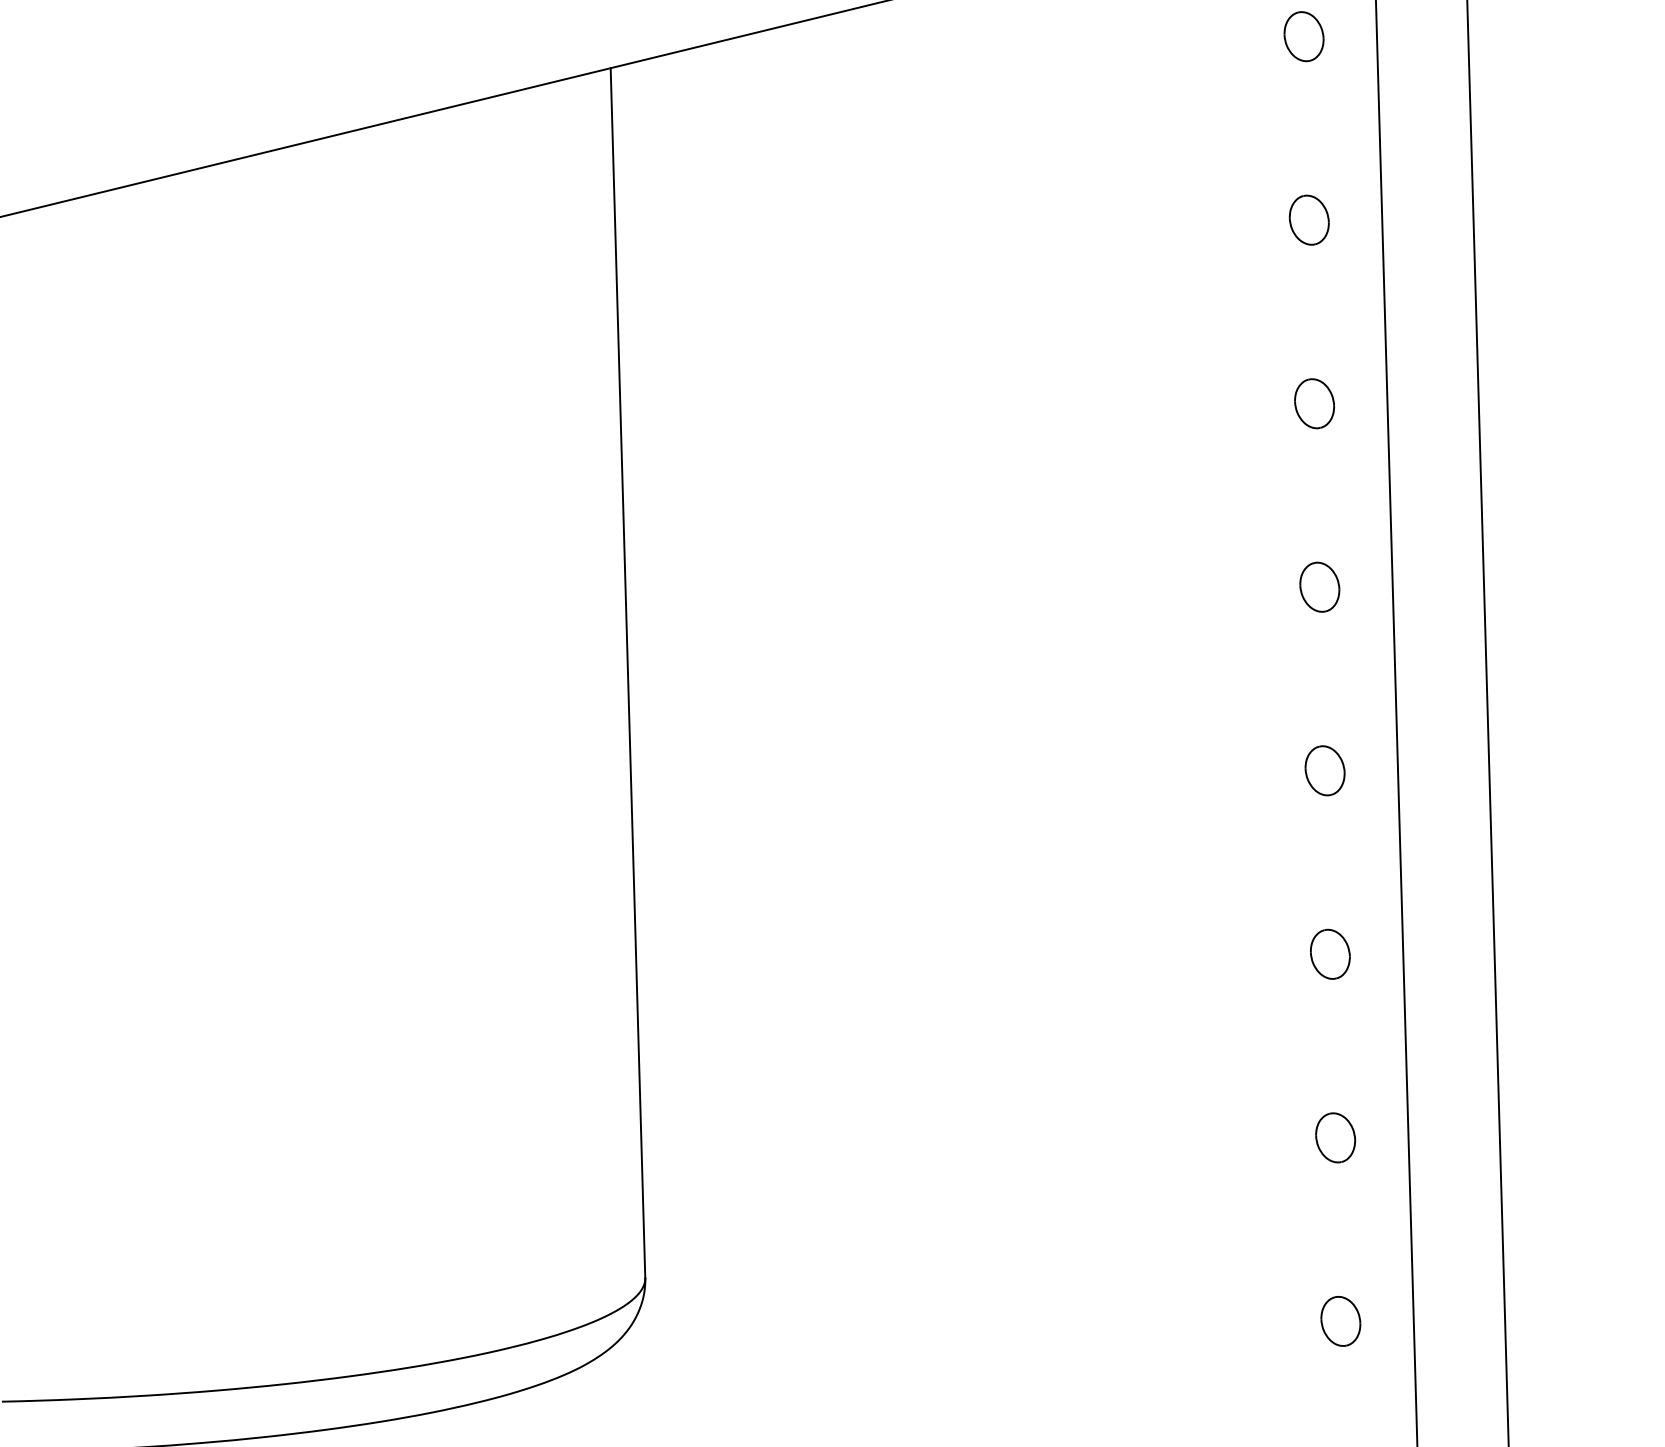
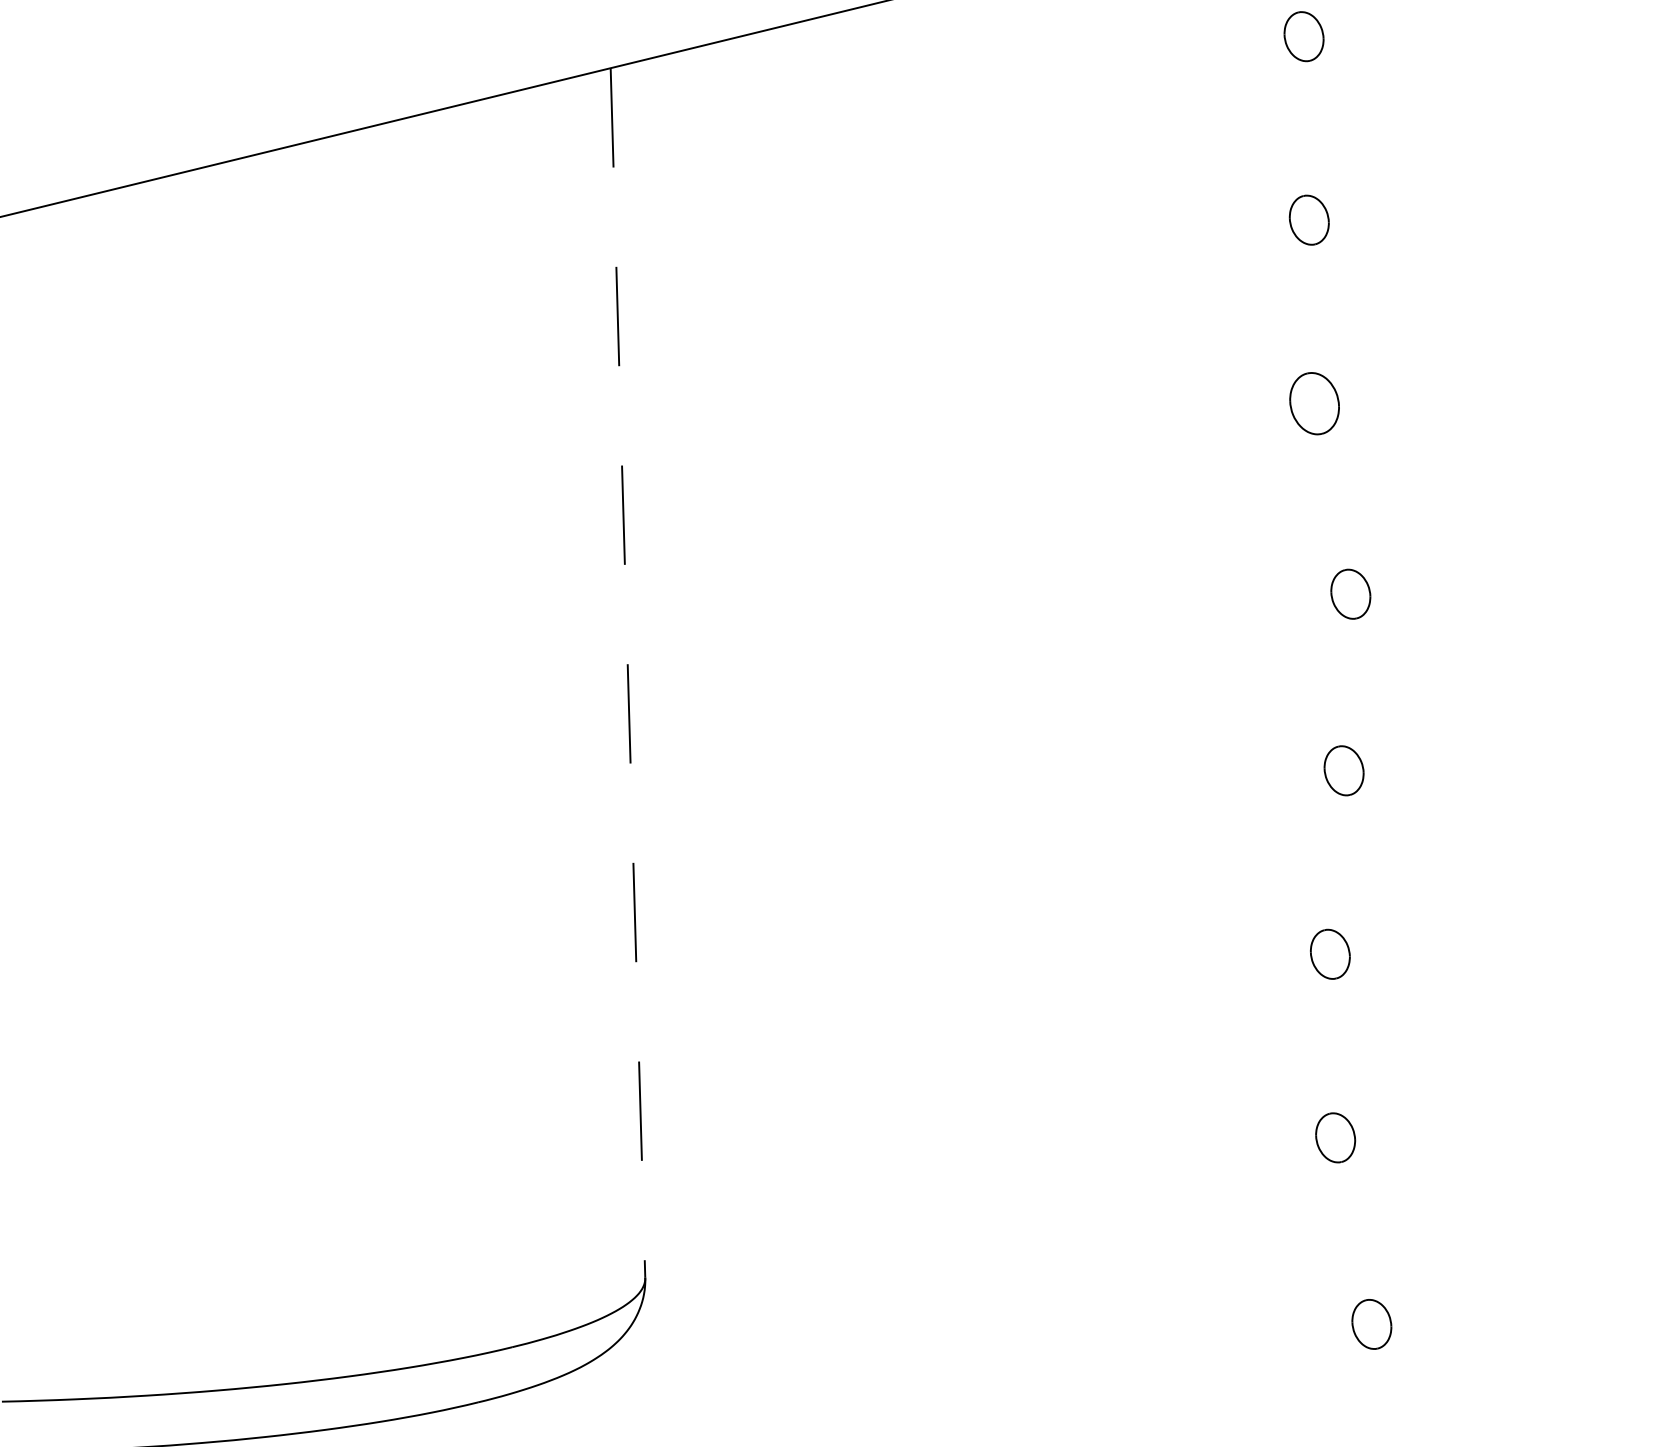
part at (1314, 403) size: 41x52 px -> 51x64 px
part at (1319, 586) position: (1319, 586) -> (1350, 593)
line at (627, 672): solid -> dashed
line at (1396, 722): present -> none
line at (1487, 722): present -> none
part at (1324, 770) position: (1324, 770) -> (1343, 770)
part at (1340, 1321) position: (1340, 1321) -> (1371, 1324)
